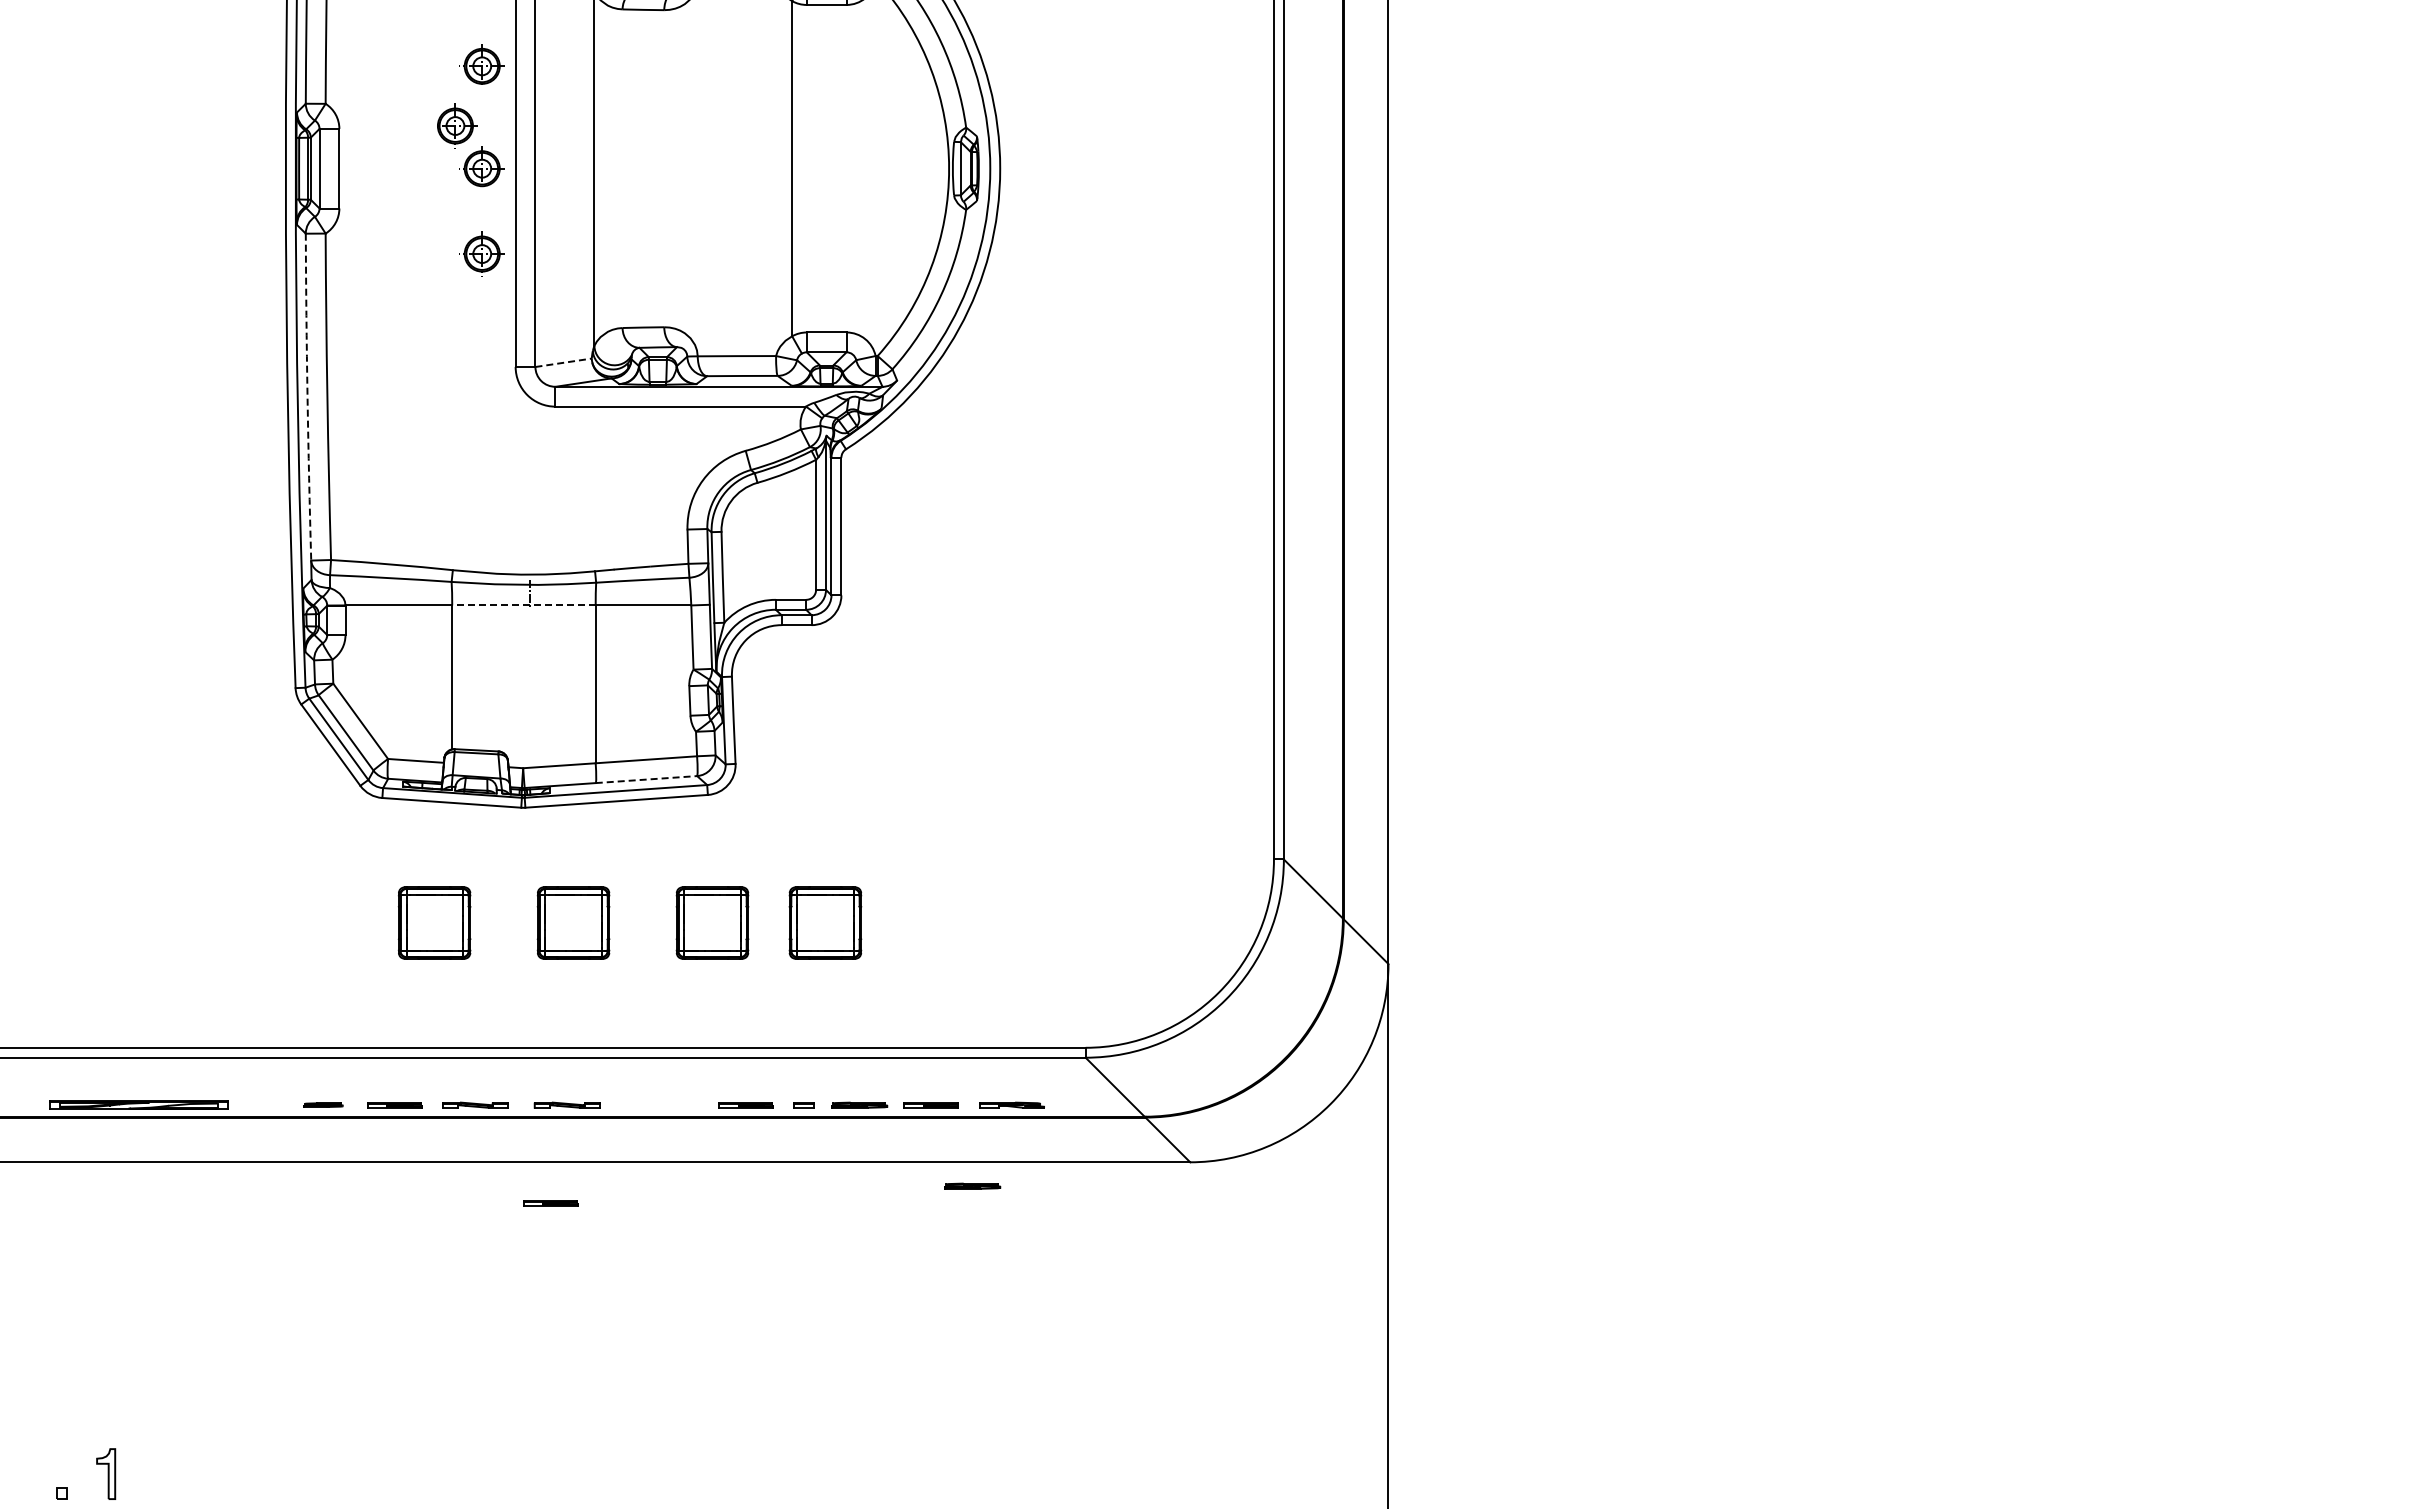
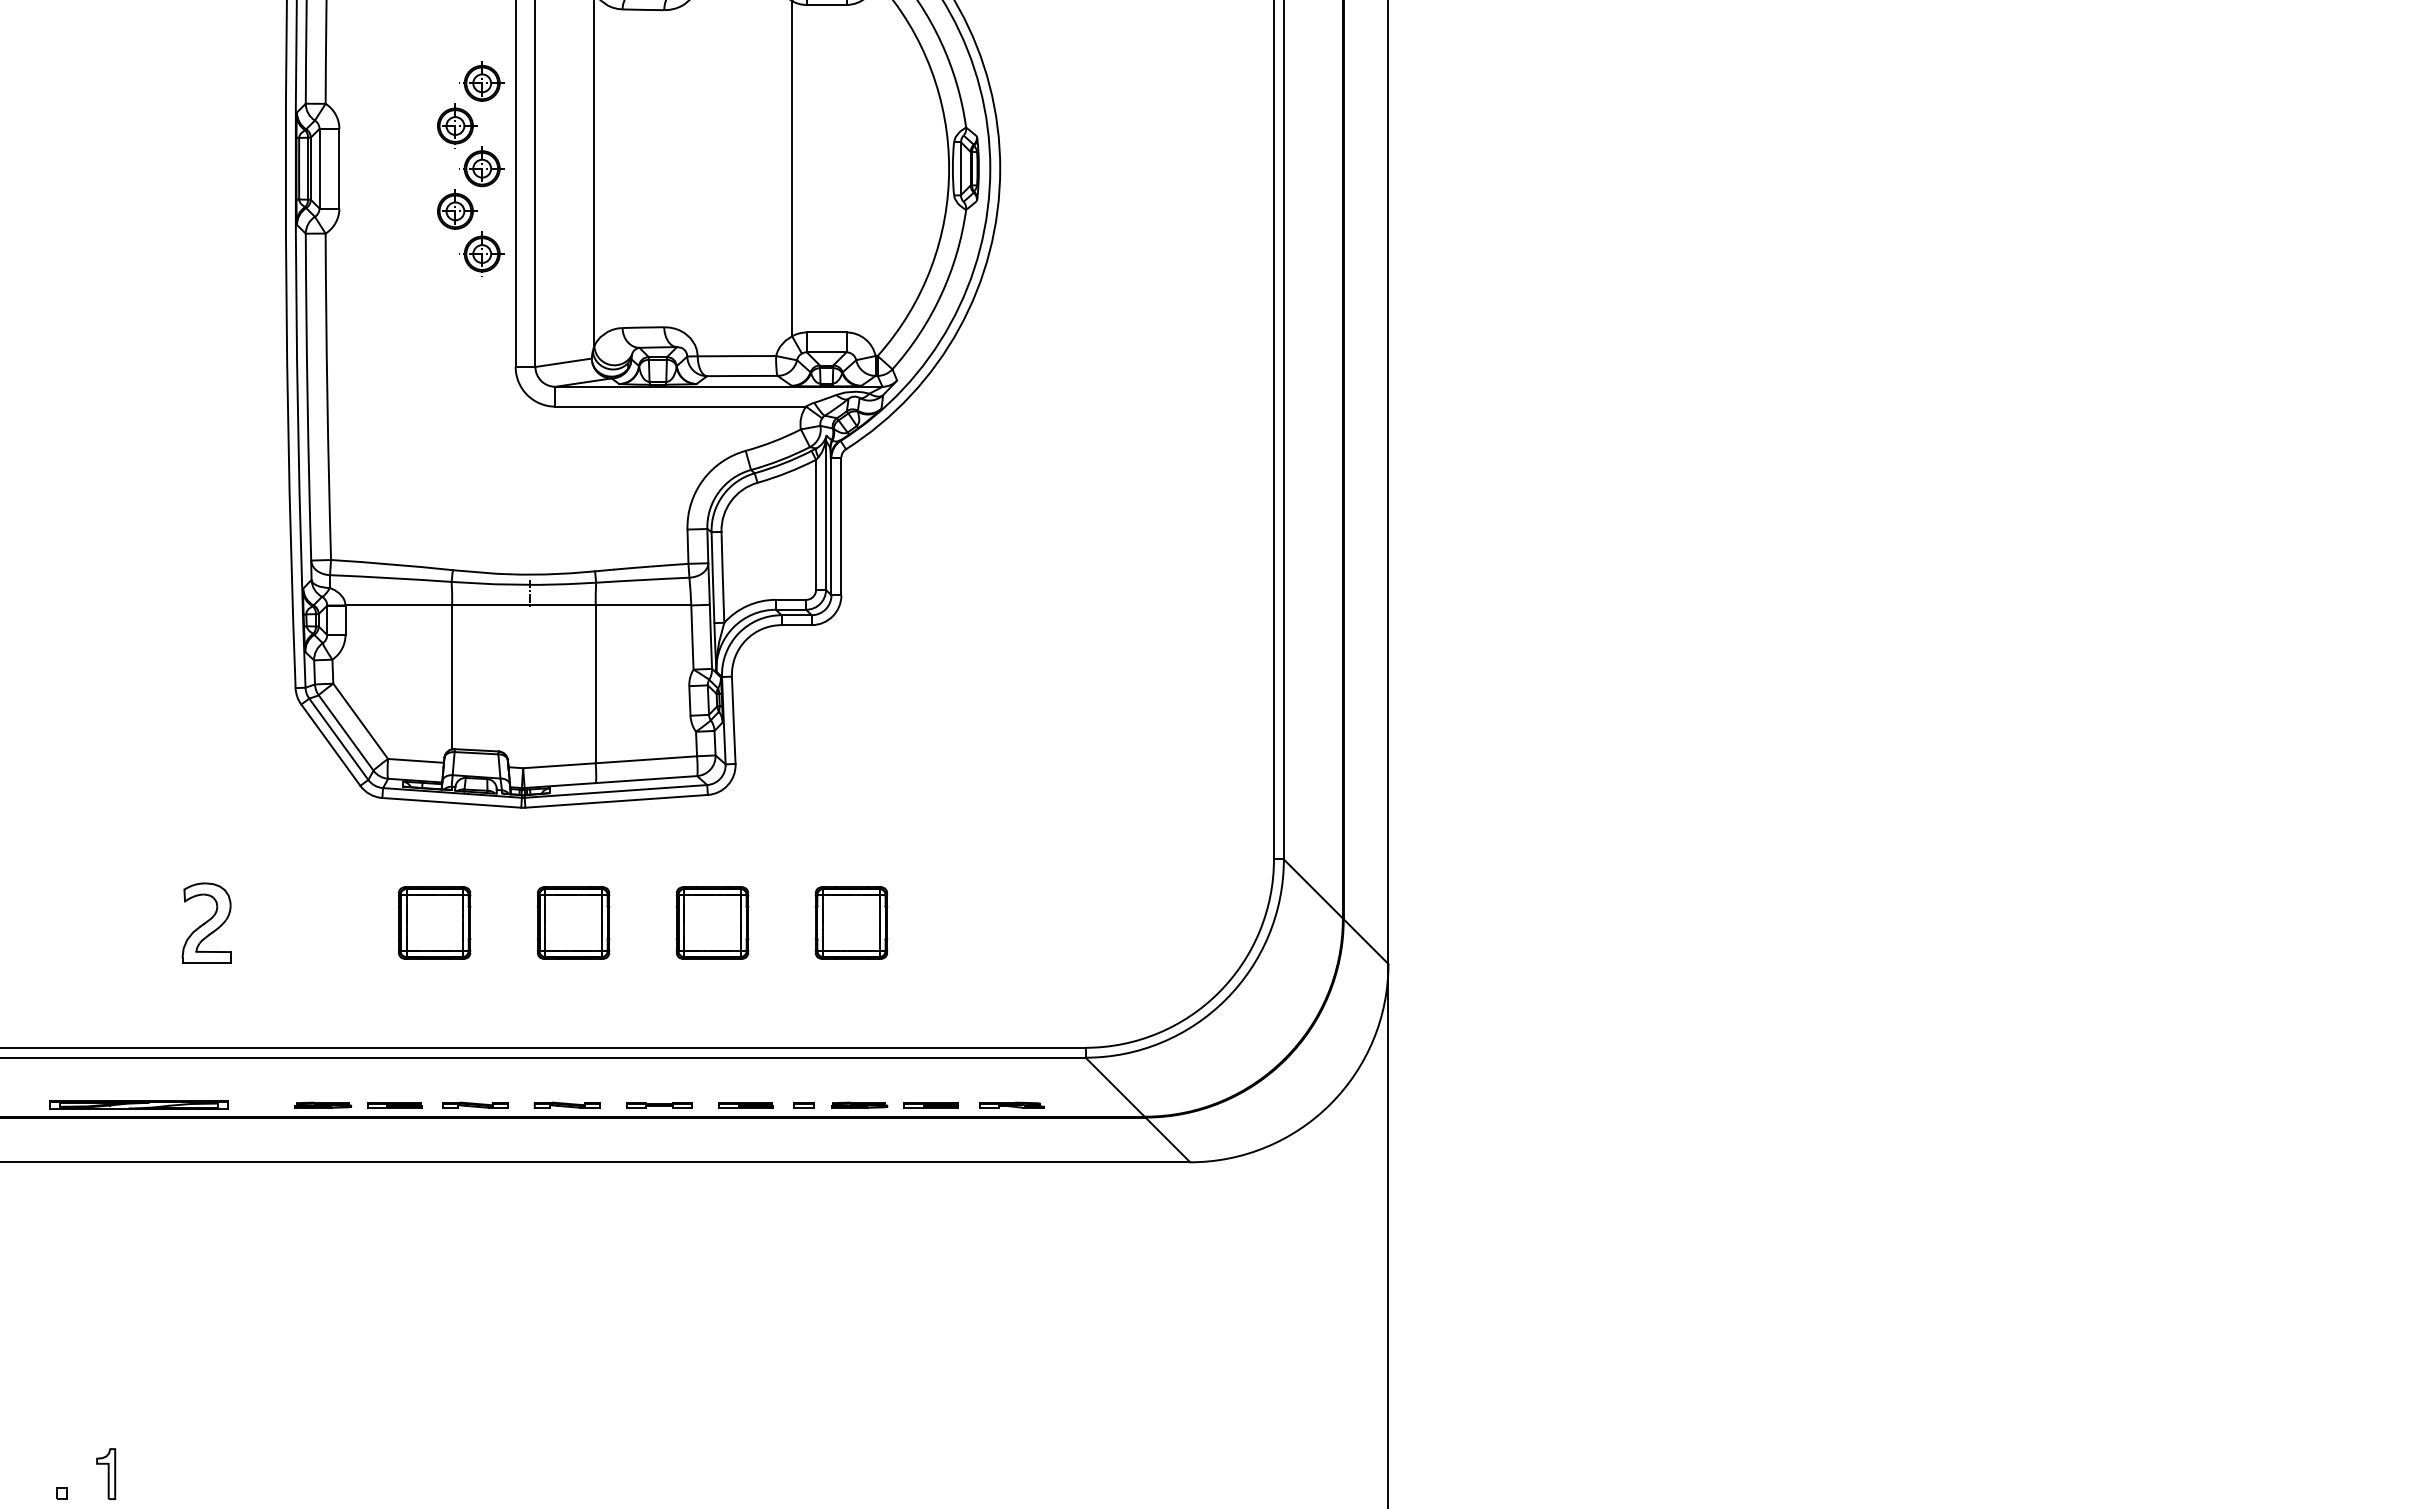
part at (481, 64) position: (481, 64) -> (481, 81)
part at (457, 209): none -> present
line at (563, 362): dashed -> solid
arc at (307, 397): dashed -> solid
line at (523, 605): dashed -> solid
line at (646, 779): dashed -> solid
part at (206, 922): none -> present
part at (825, 922) position: (825, 922) -> (851, 922)
part at (323, 1104) size: 41x6 px -> 59x8 px
part at (659, 1105): none -> present
part at (972, 1185): present -> none
part at (550, 1203): present -> none
